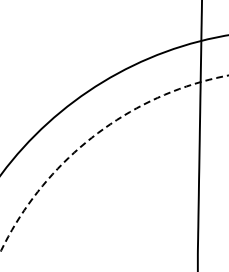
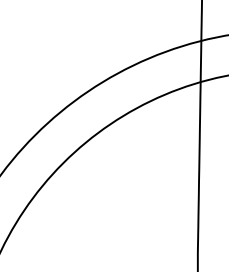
circle at (114, 164): dashed -> solid
